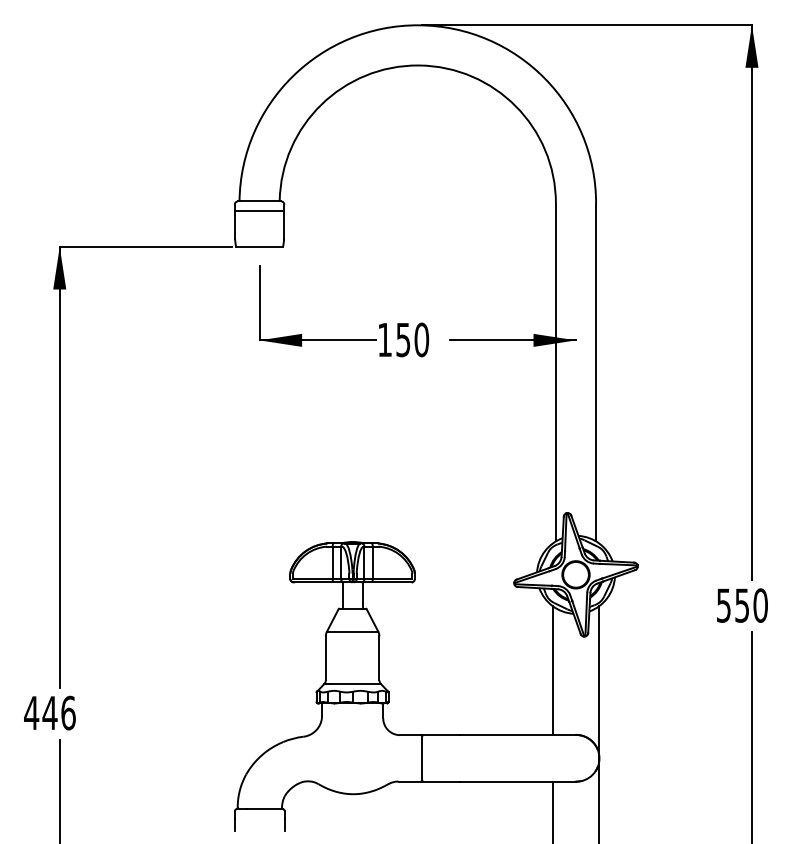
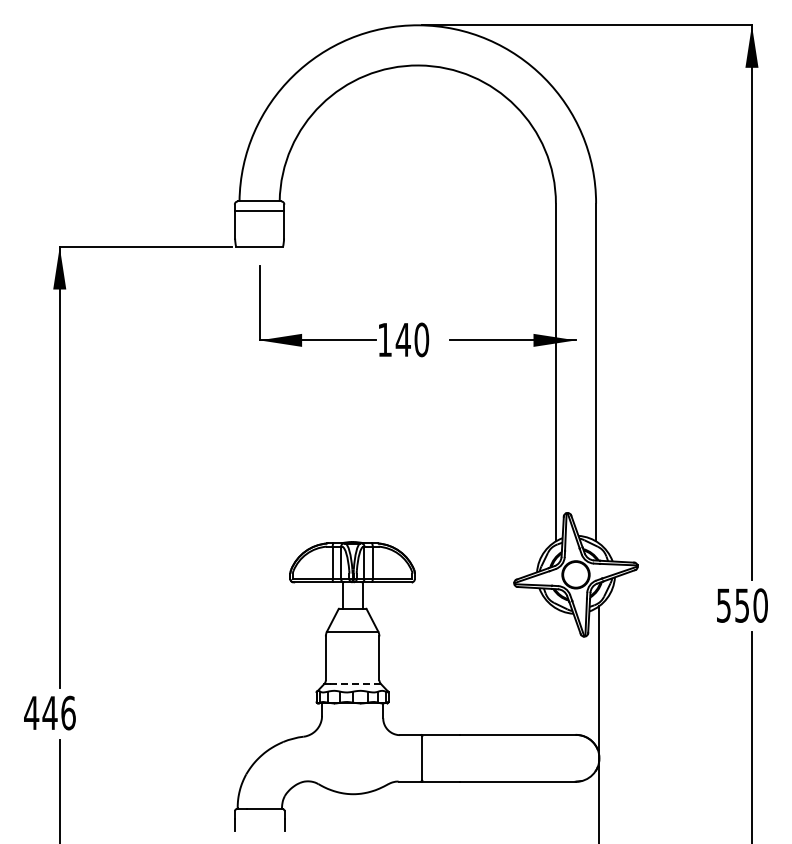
text at (402, 340): 150 -> 140
line at (552, 670): present -> none
line at (355, 683): solid -> dashed
line at (552, 810): present -> none
